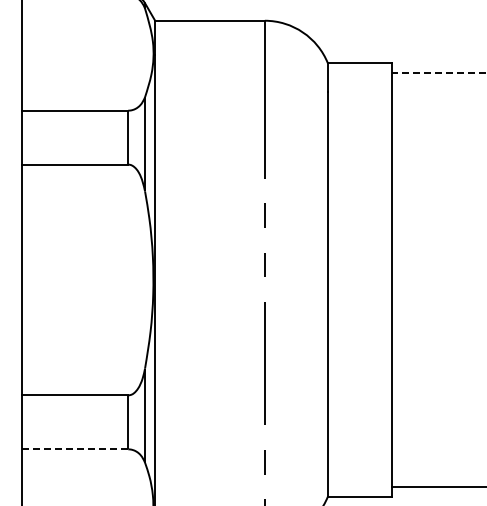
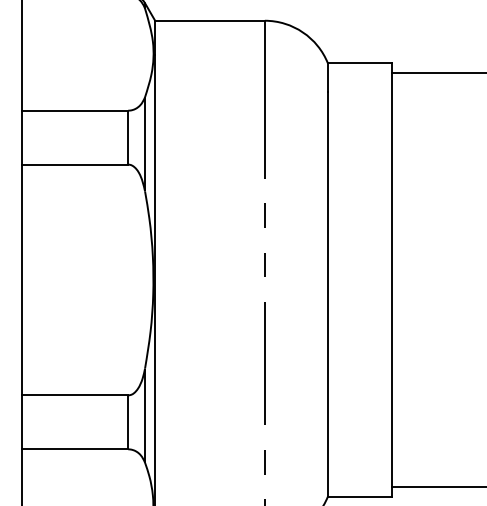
line at (438, 73): dashed -> solid
line at (74, 449): dashed -> solid
